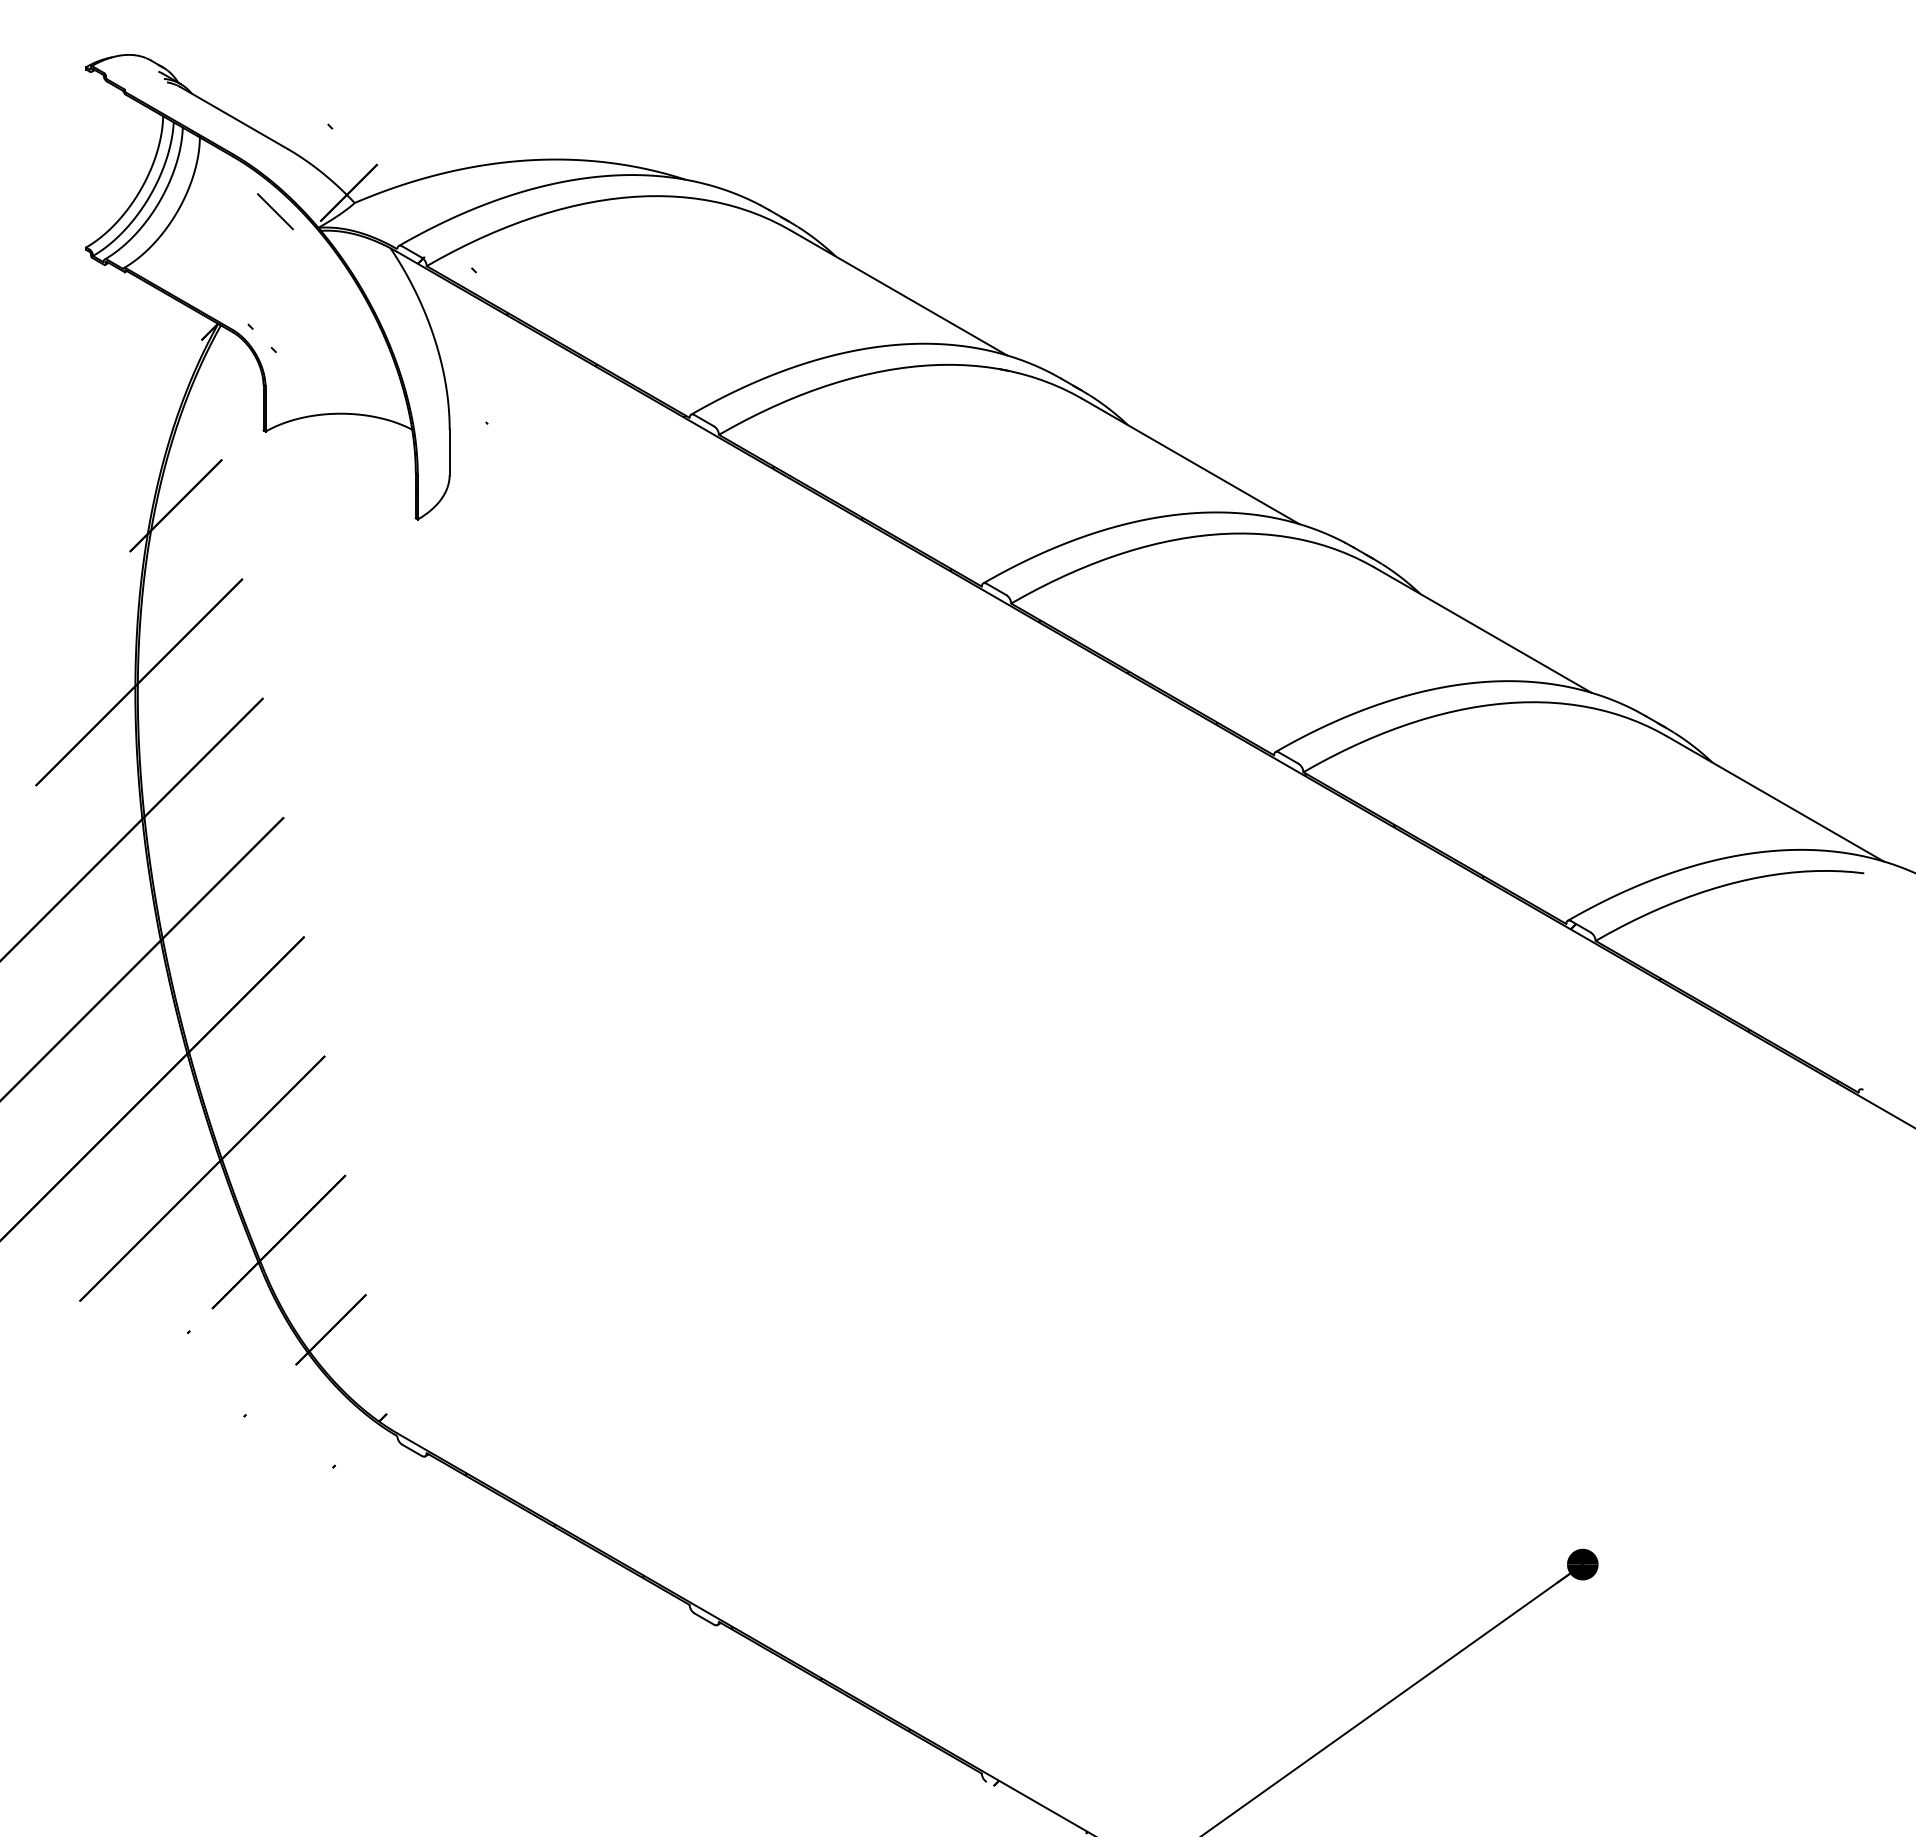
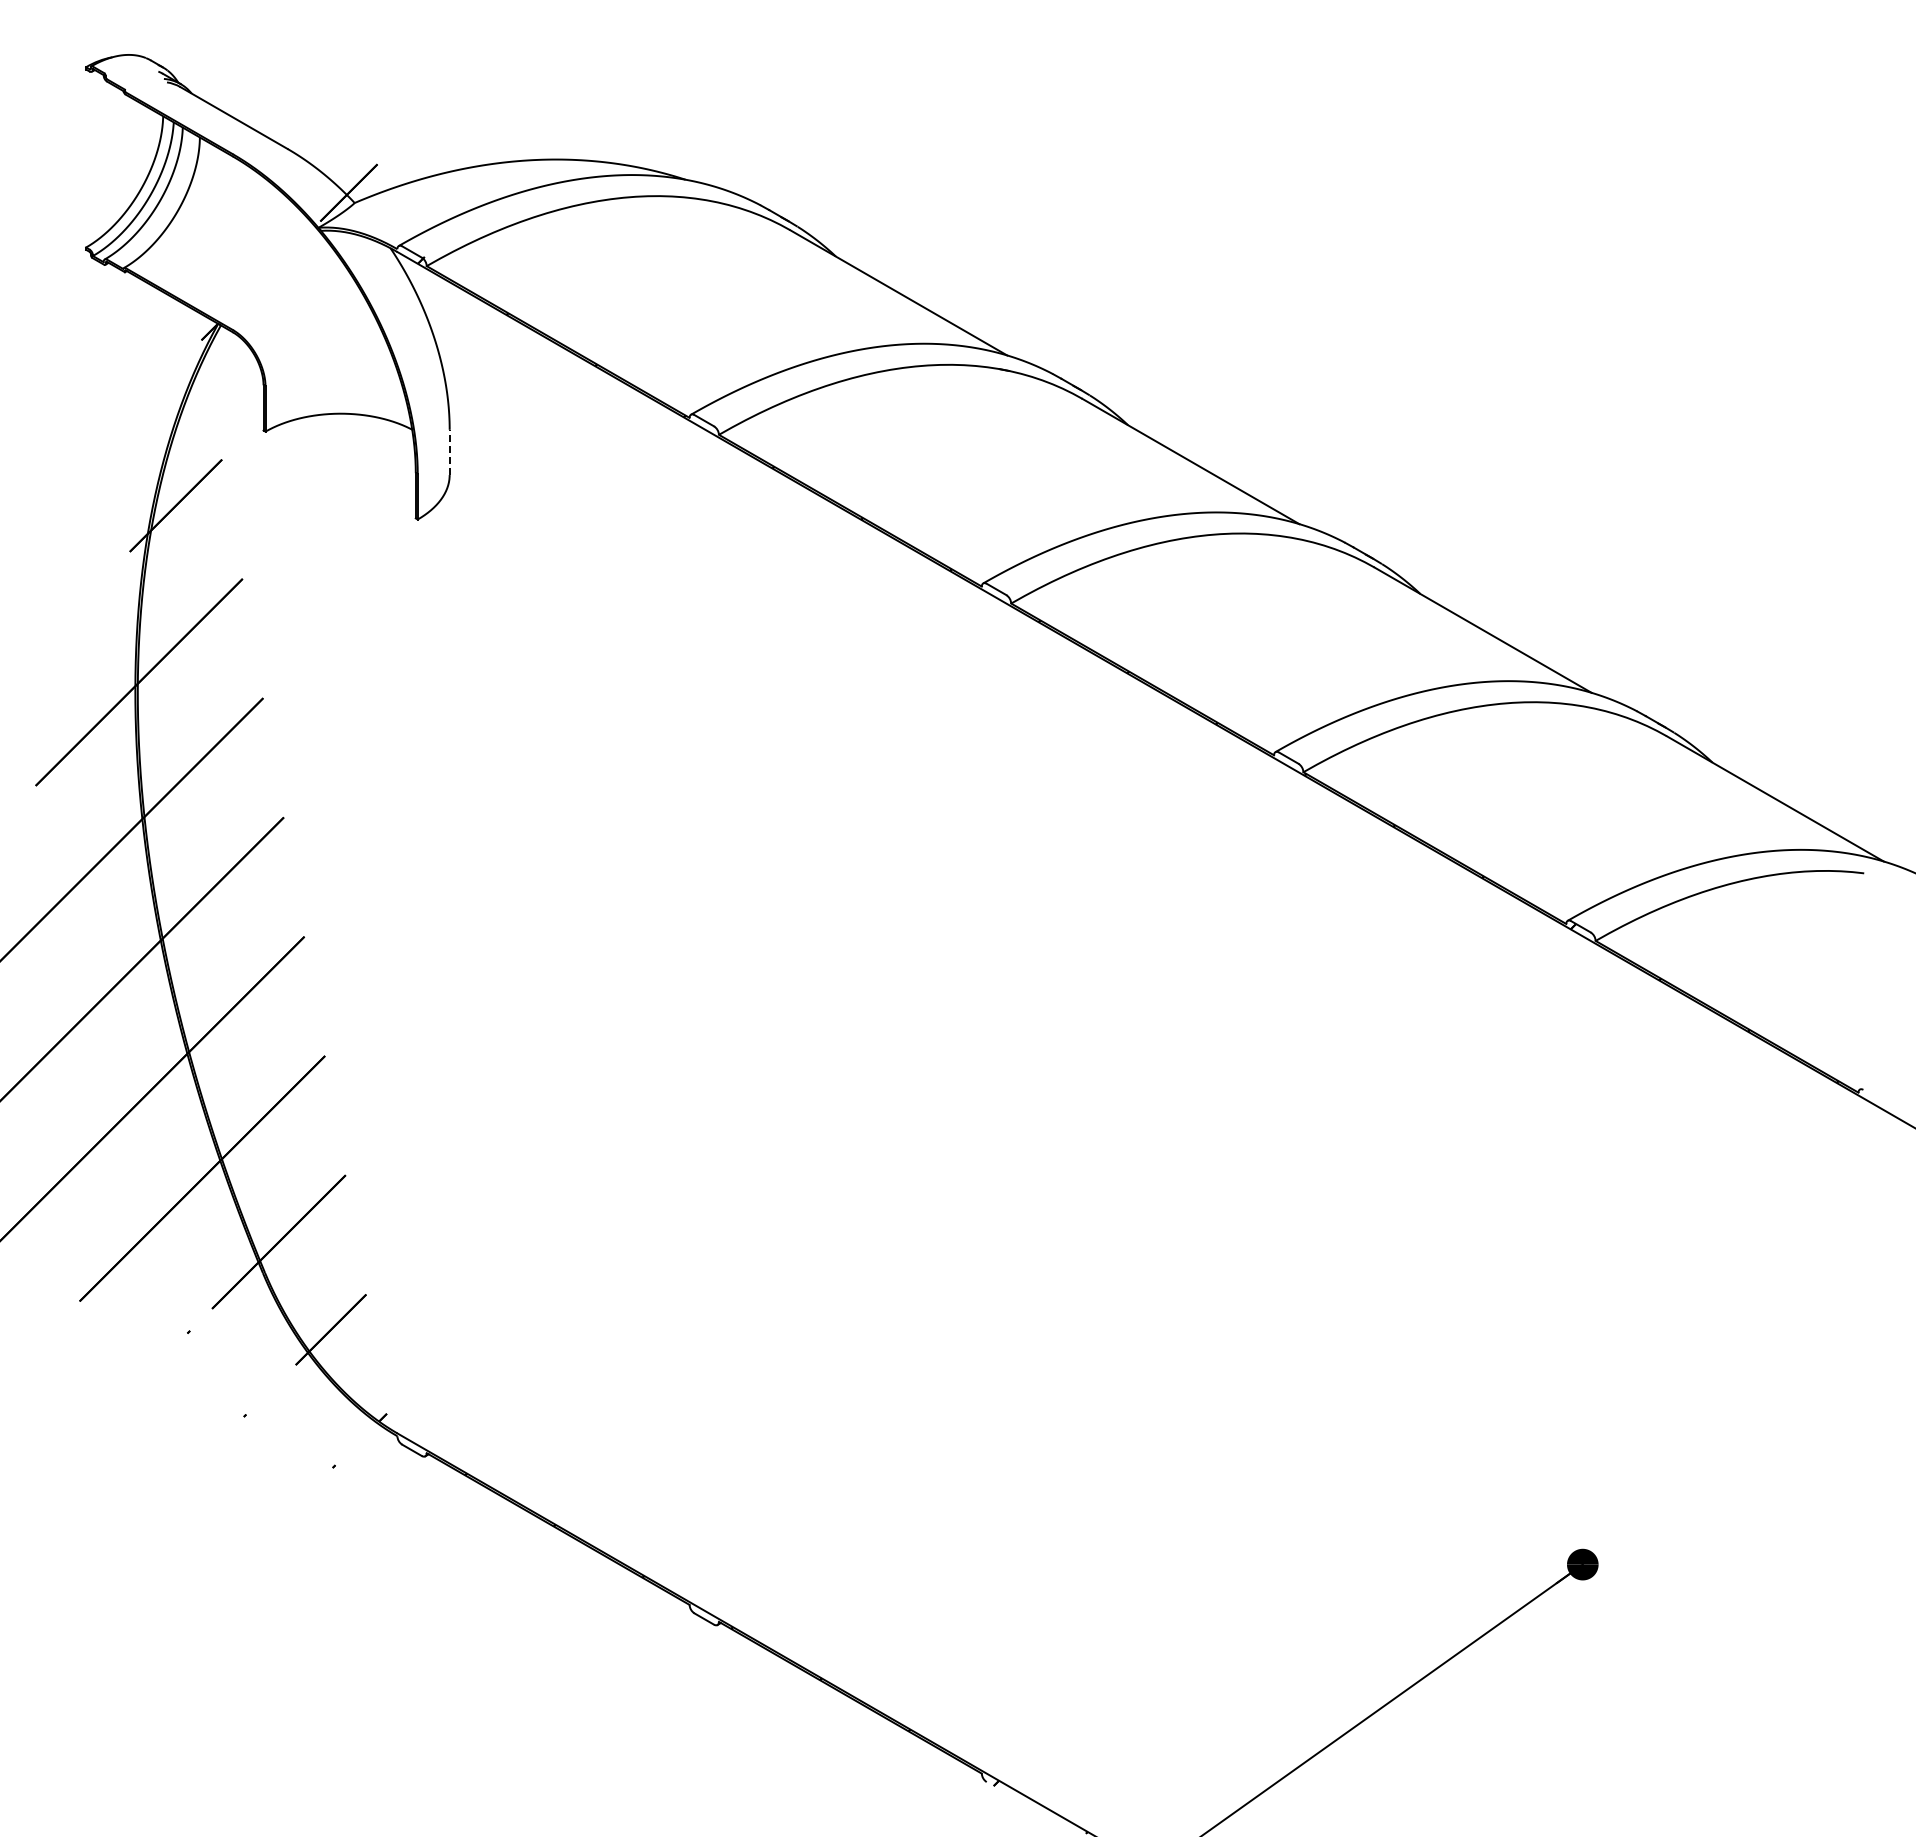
hatch at (342, 308): present -> none
part at (253, 329): present -> none
line at (449, 452): solid -> dashed
